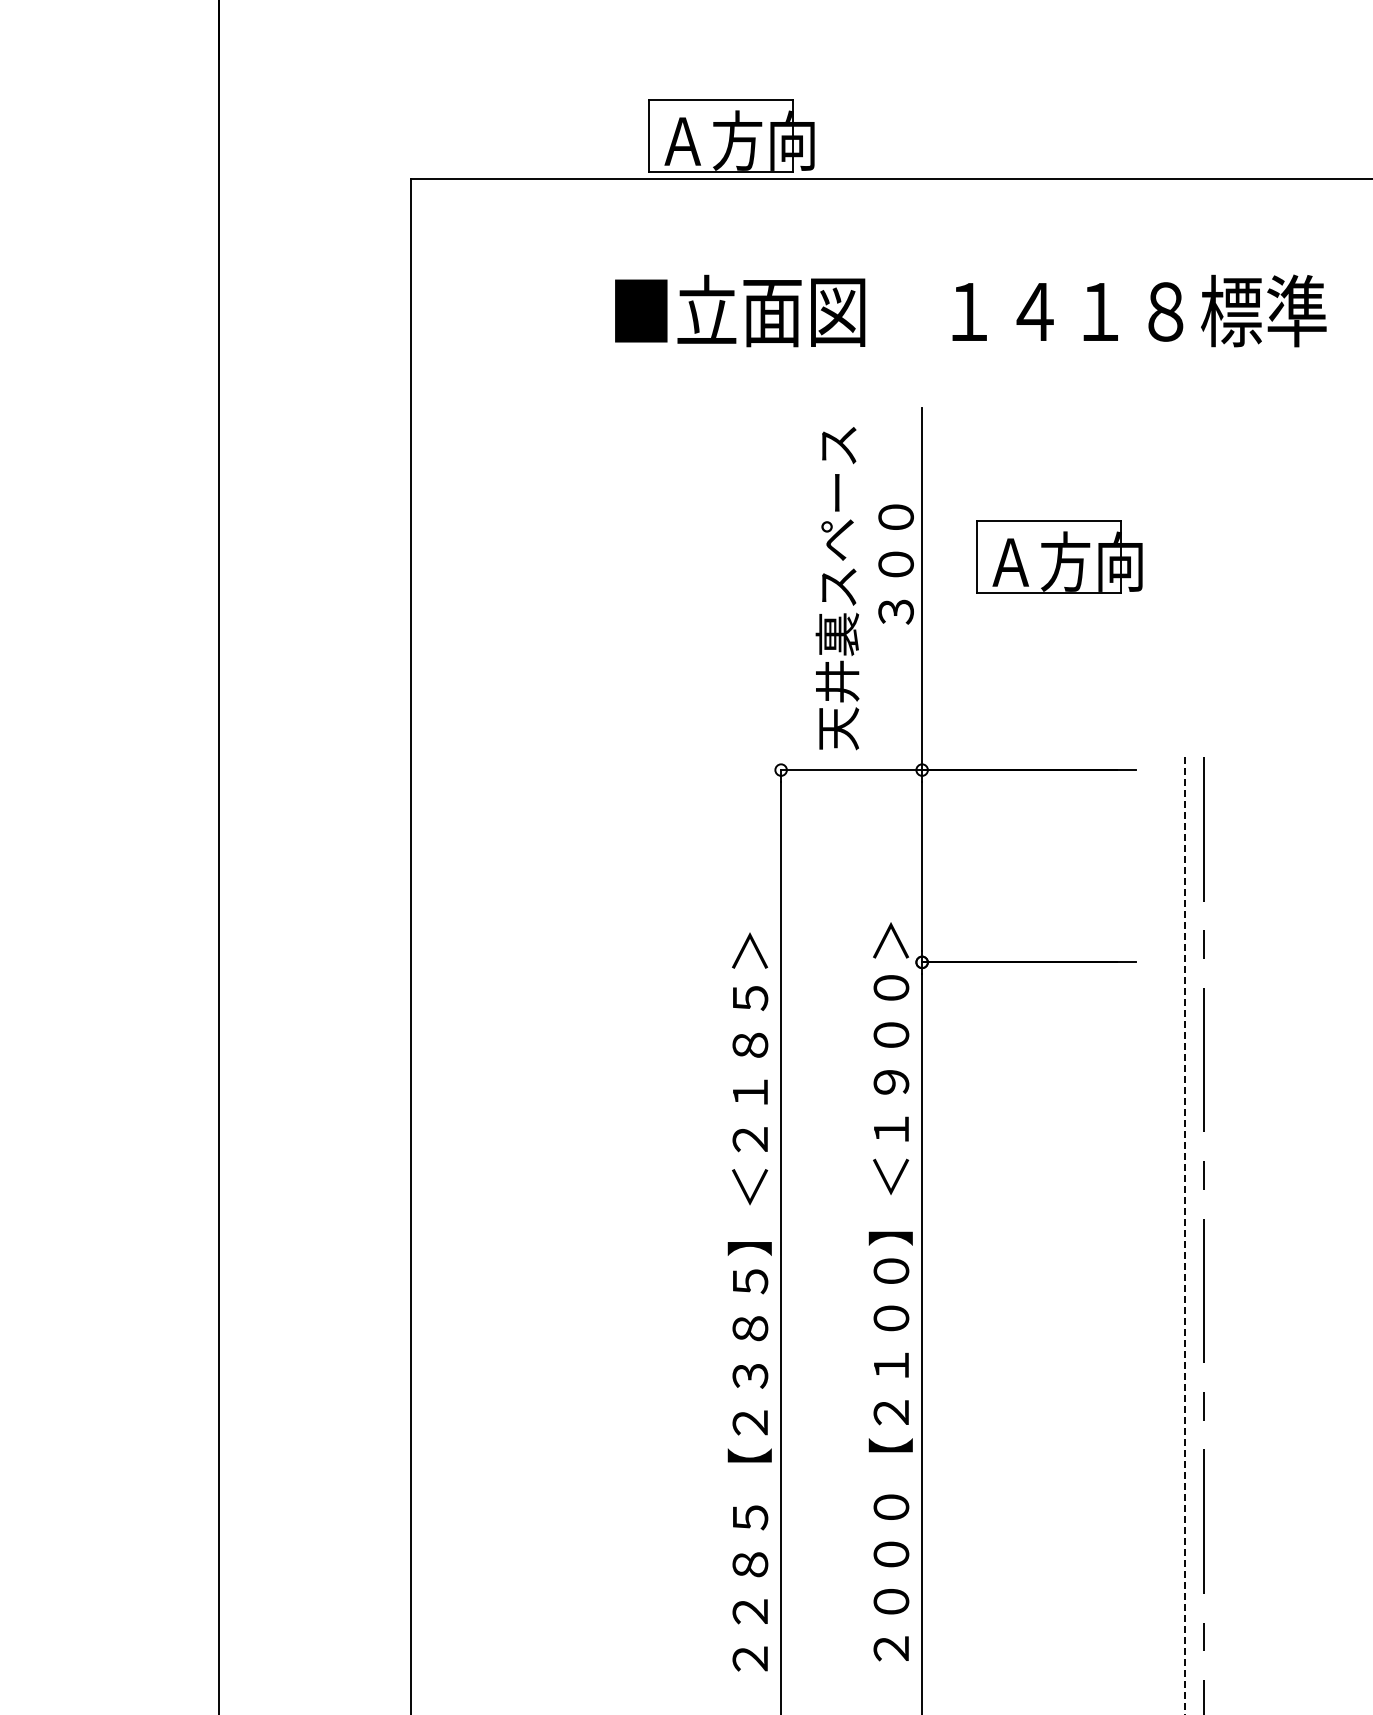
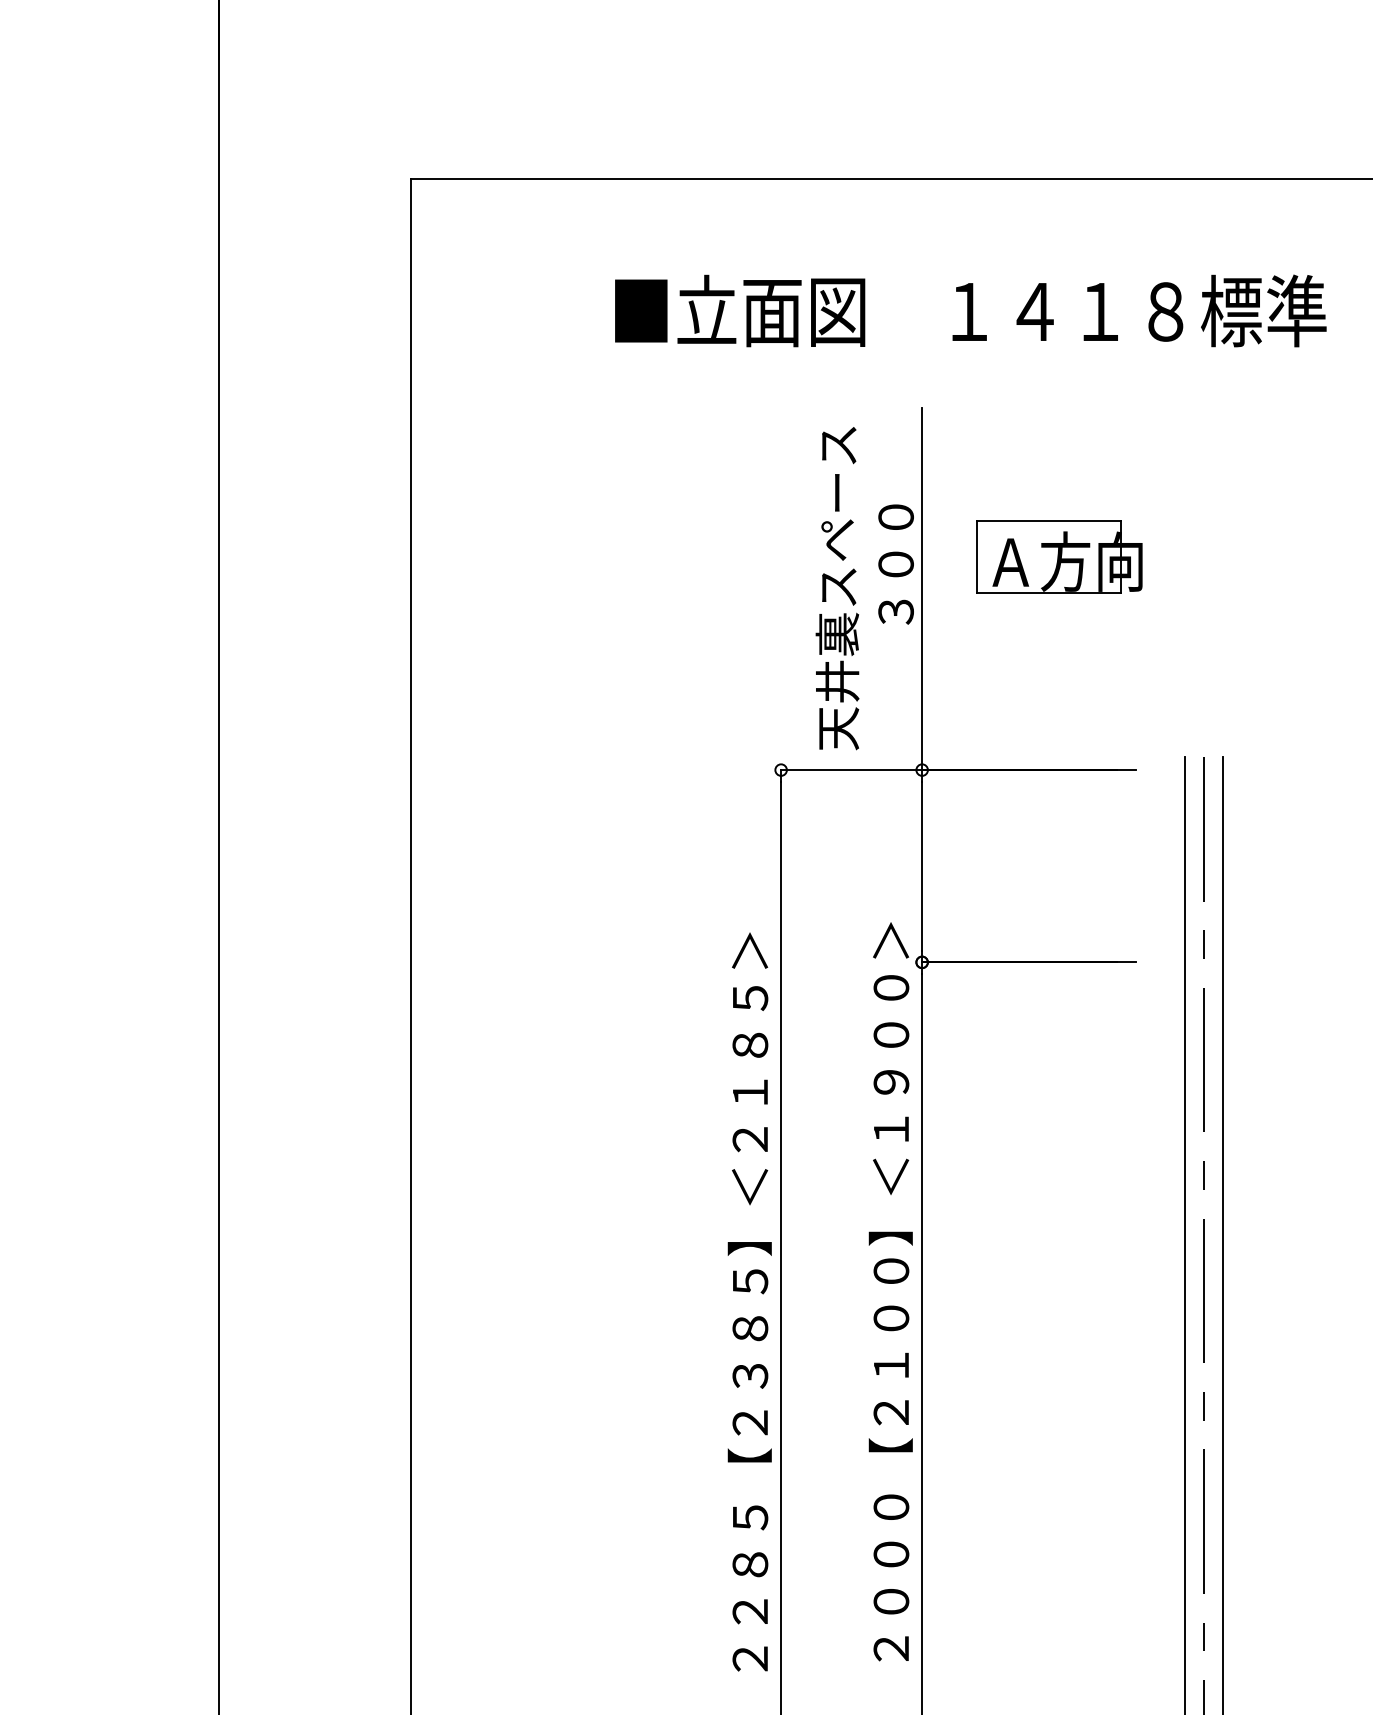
part at (731, 135): present -> none
line at (1223, 1234): none -> present
line at (1184, 1236): dashed -> solid
